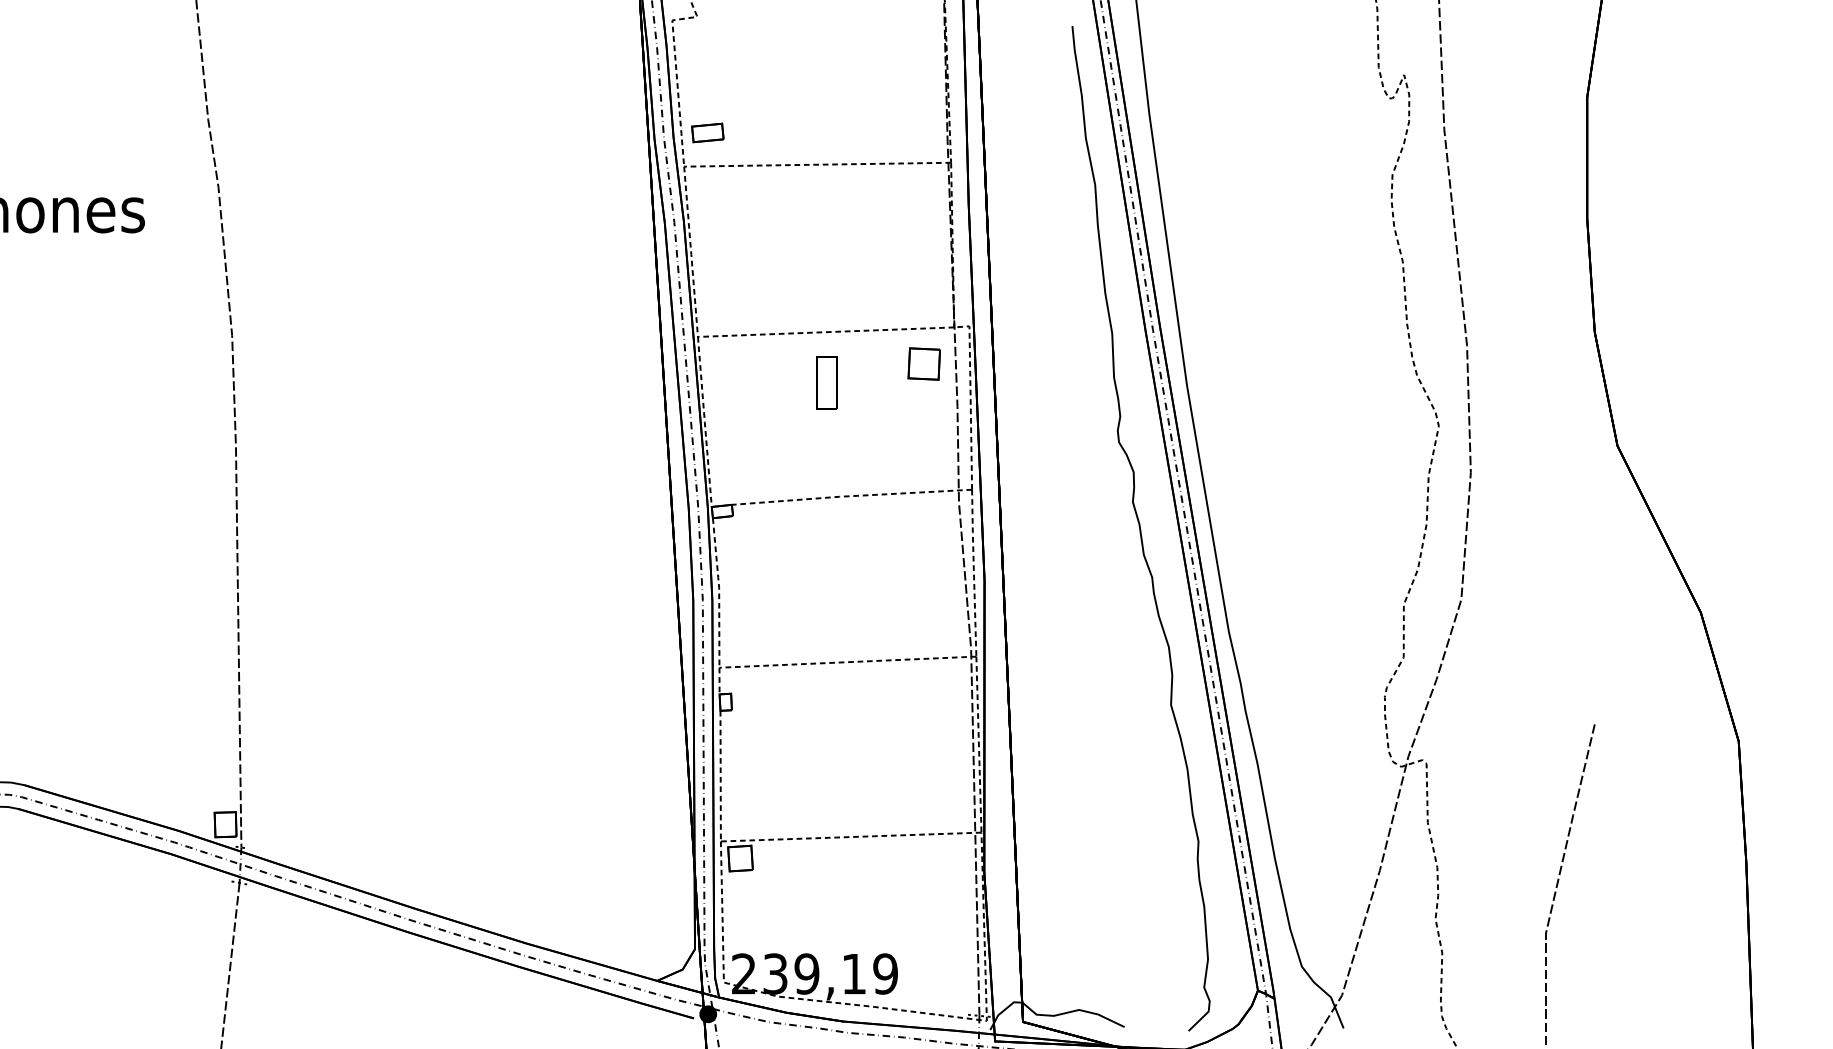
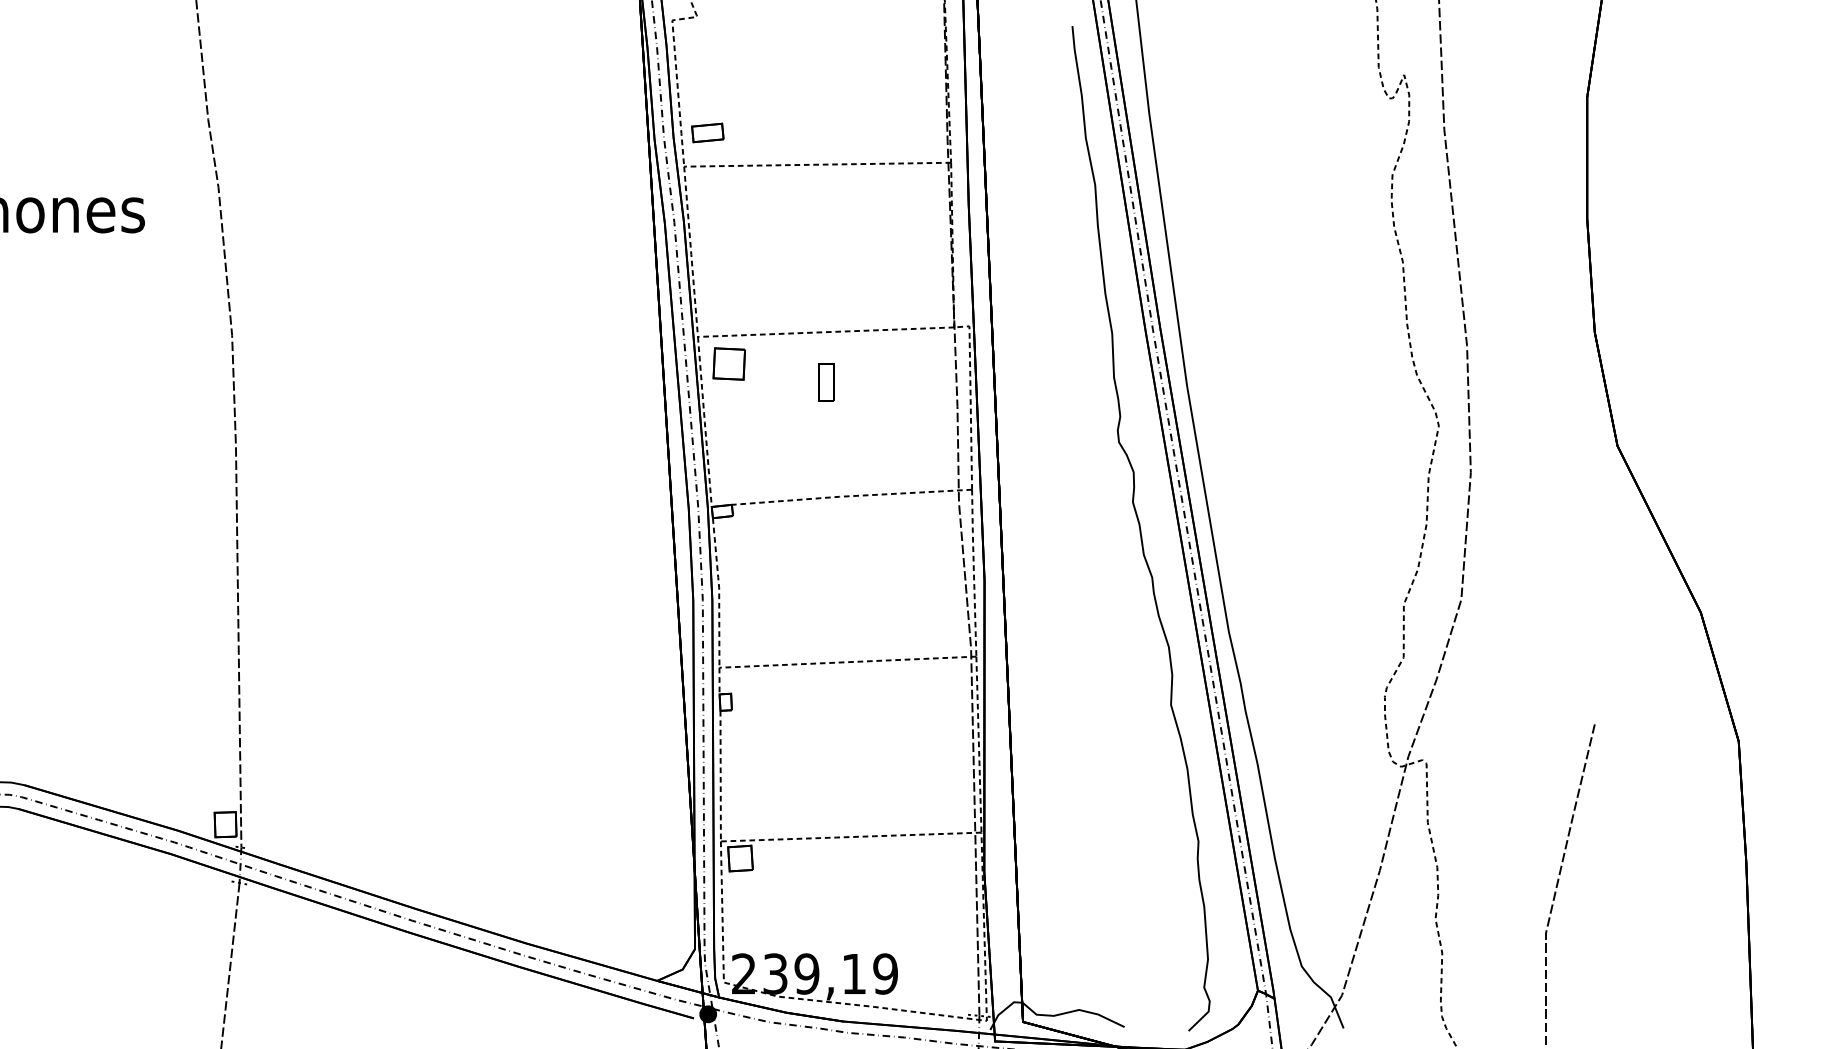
part at (923, 363) position: (923, 363) -> (728, 363)
part at (826, 382) size: 22x54 px -> 17x39 px
